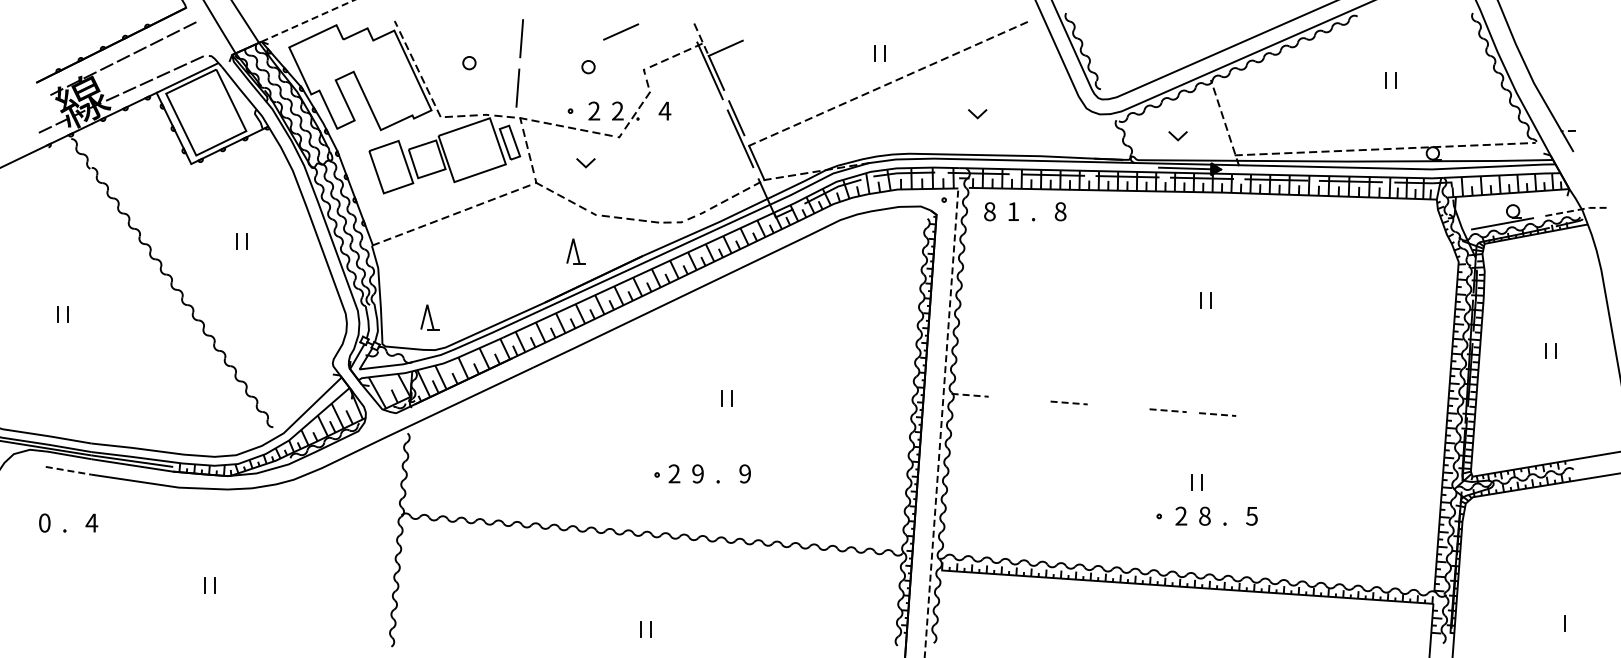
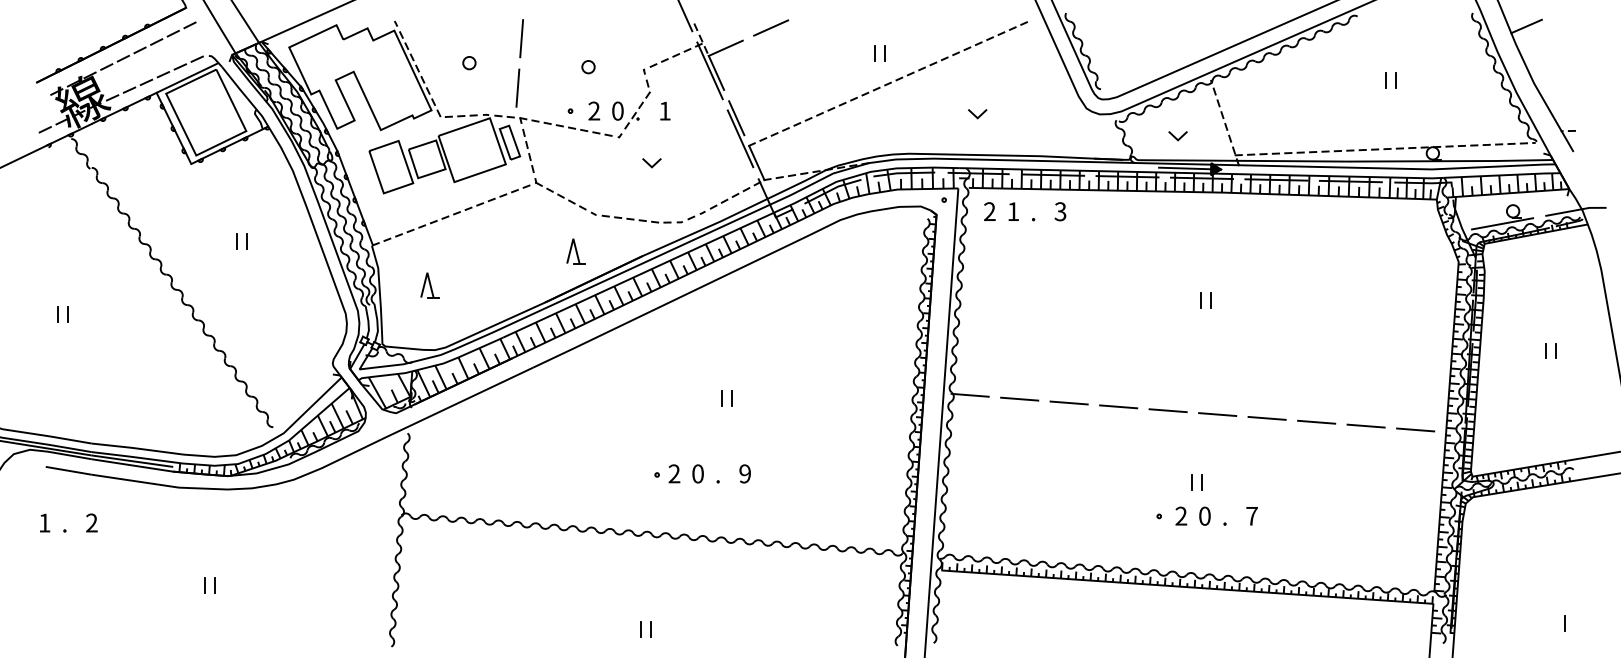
line at (685, 16): none -> present
line at (308, 20): dashed -> solid
line at (1526, 26): none -> present
line at (621, 31) position: (621, 31) -> (771, 27)
text at (617, 110): 2 -> 0
text at (664, 110): 4 -> 1
line at (584, 164) position: (584, 164) -> (650, 164)
line at (1576, 210): dashed -> solid
text at (989, 211): 8 -> 2
text at (1060, 211): 8 -> 3
part at (429, 317) position: (429, 317) -> (429, 285)
line at (970, 395): dashed -> solid
line at (1019, 398): none -> present
line at (1069, 403): dashed -> solid
line at (1118, 406): none -> present
line at (1168, 410): dashed -> solid
line at (1217, 414): dashed -> solid
line at (1266, 417): none -> present
line at (1316, 421): none -> present
line at (941, 422): dashed -> solid
line at (1365, 425): none -> present
line at (1415, 429): none -> present
line at (69, 470): dashed -> solid
text at (697, 473): 9 -> 0
text at (1204, 516): 8 -> 0
text at (1251, 516): 5 -> 7
text at (44, 522): 0 -> 1
text at (91, 522): 4 -> 2
